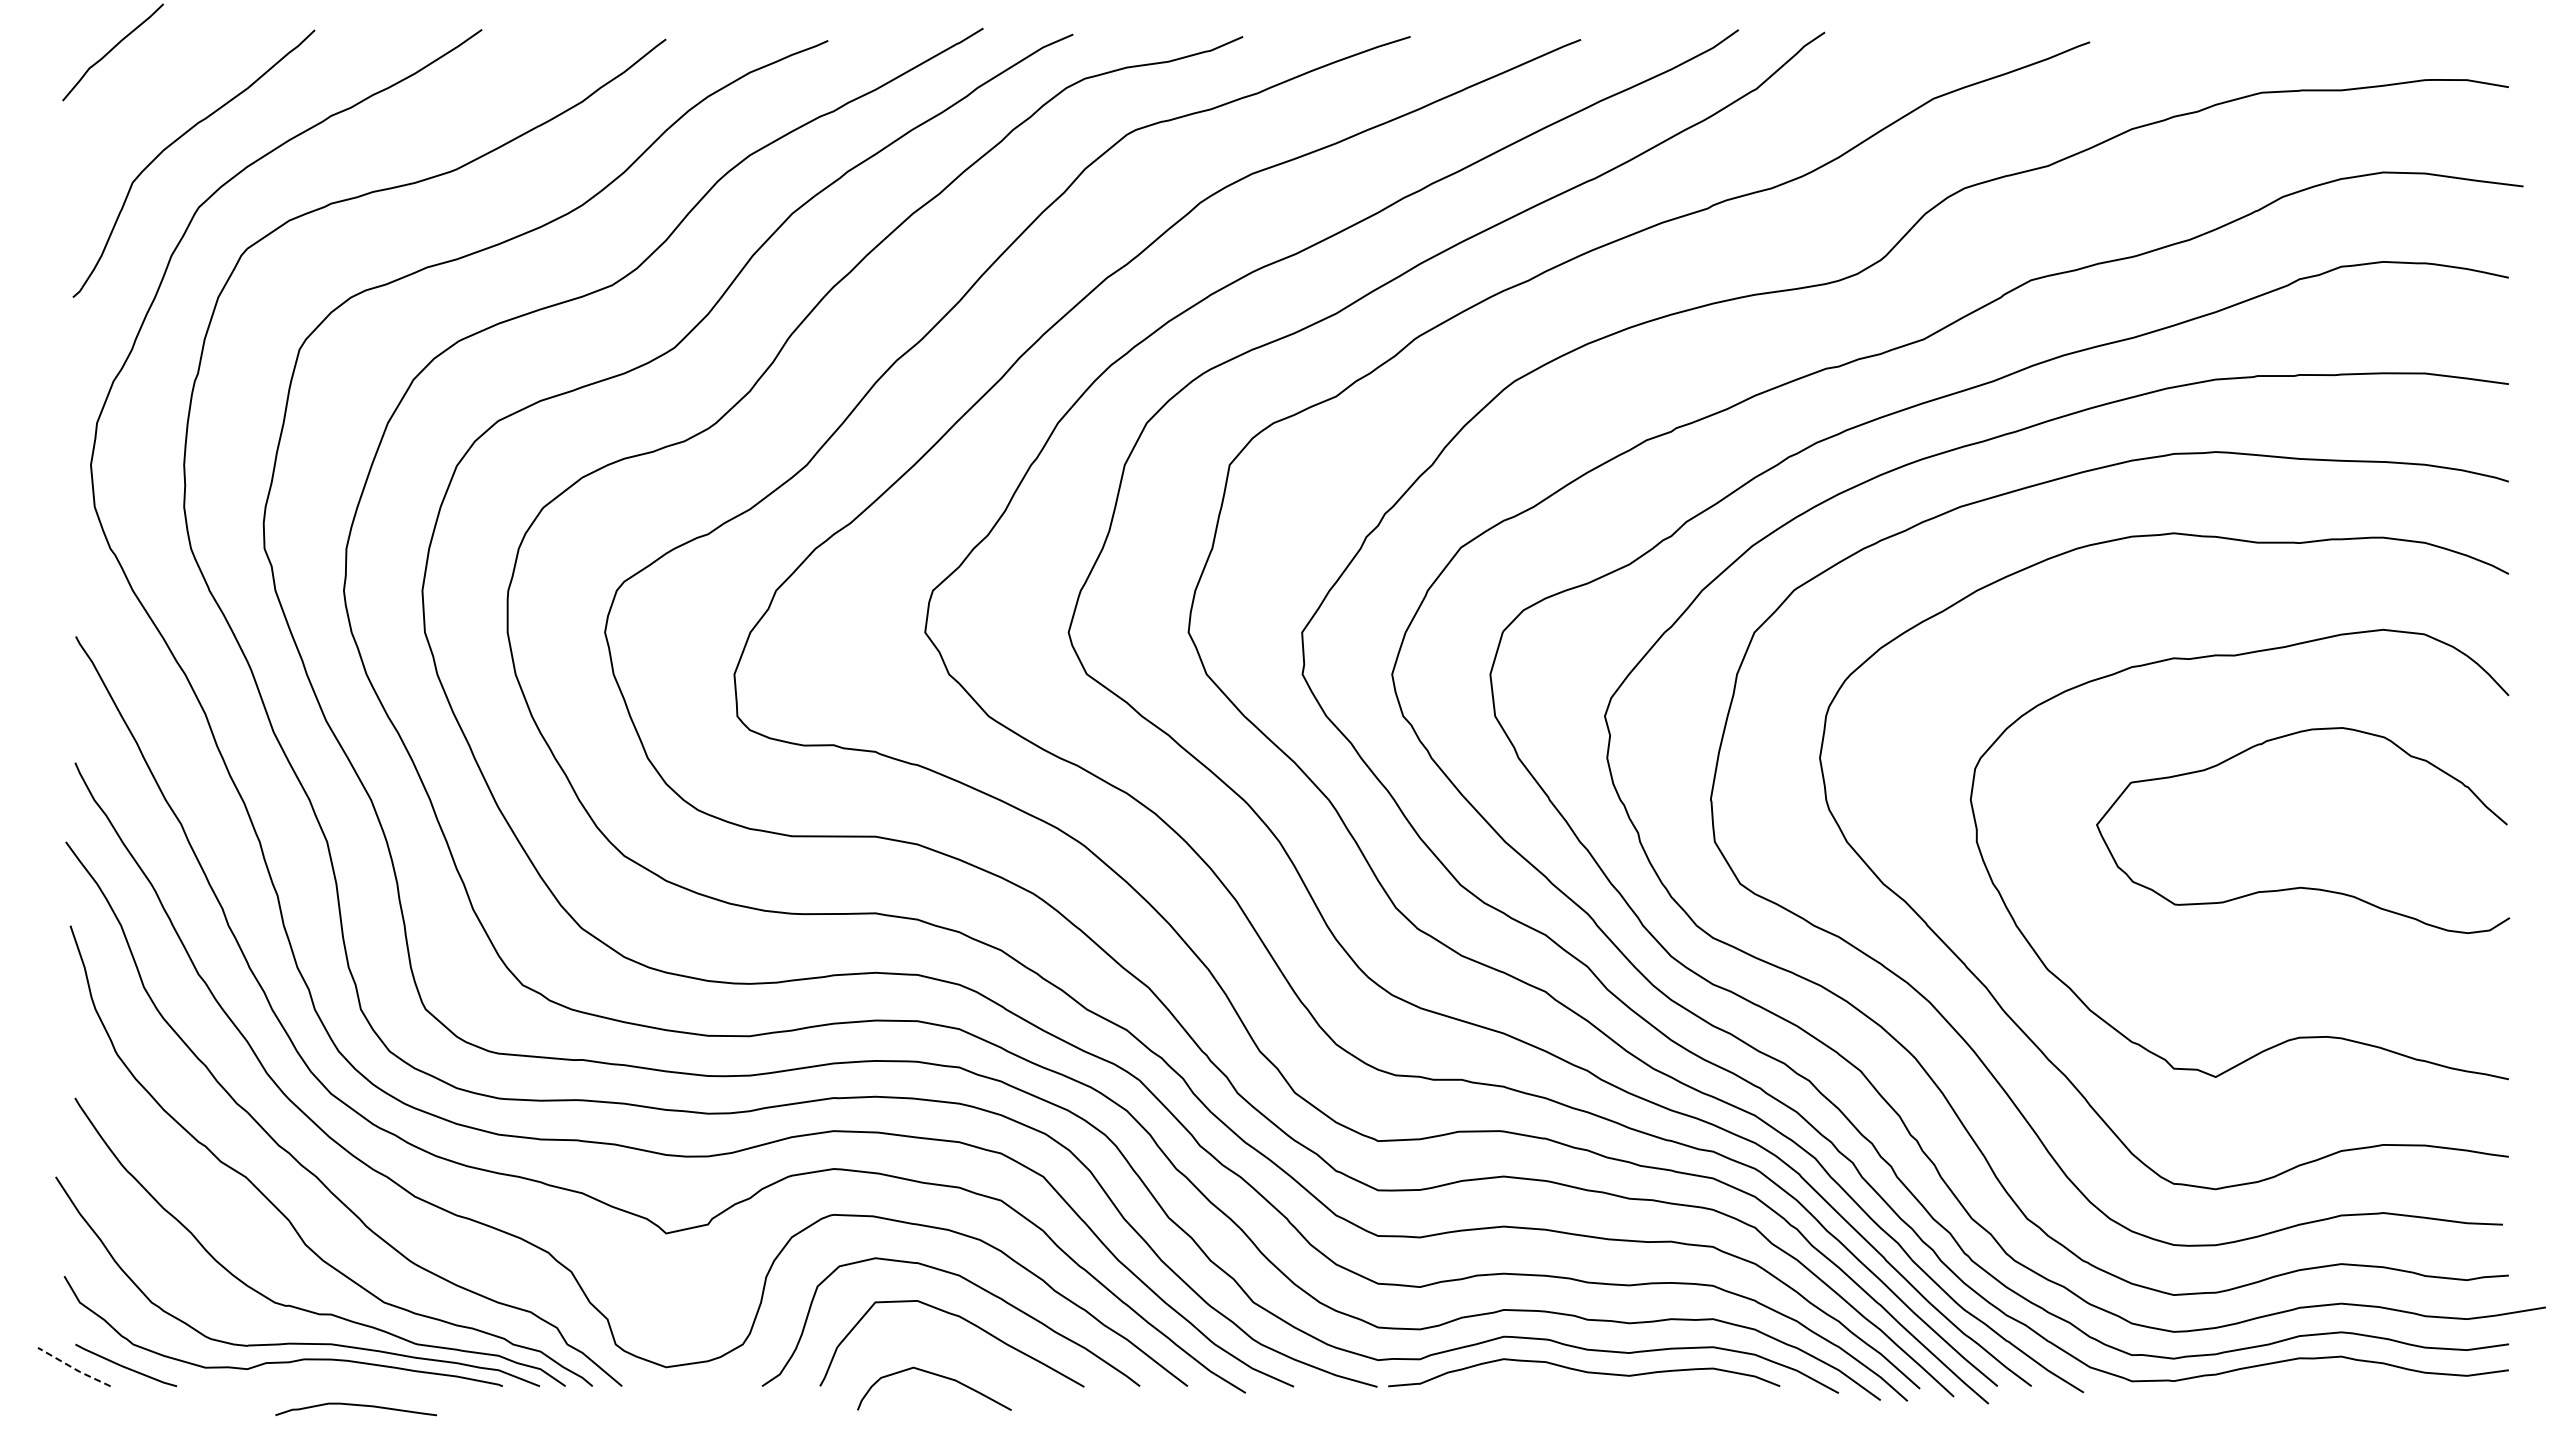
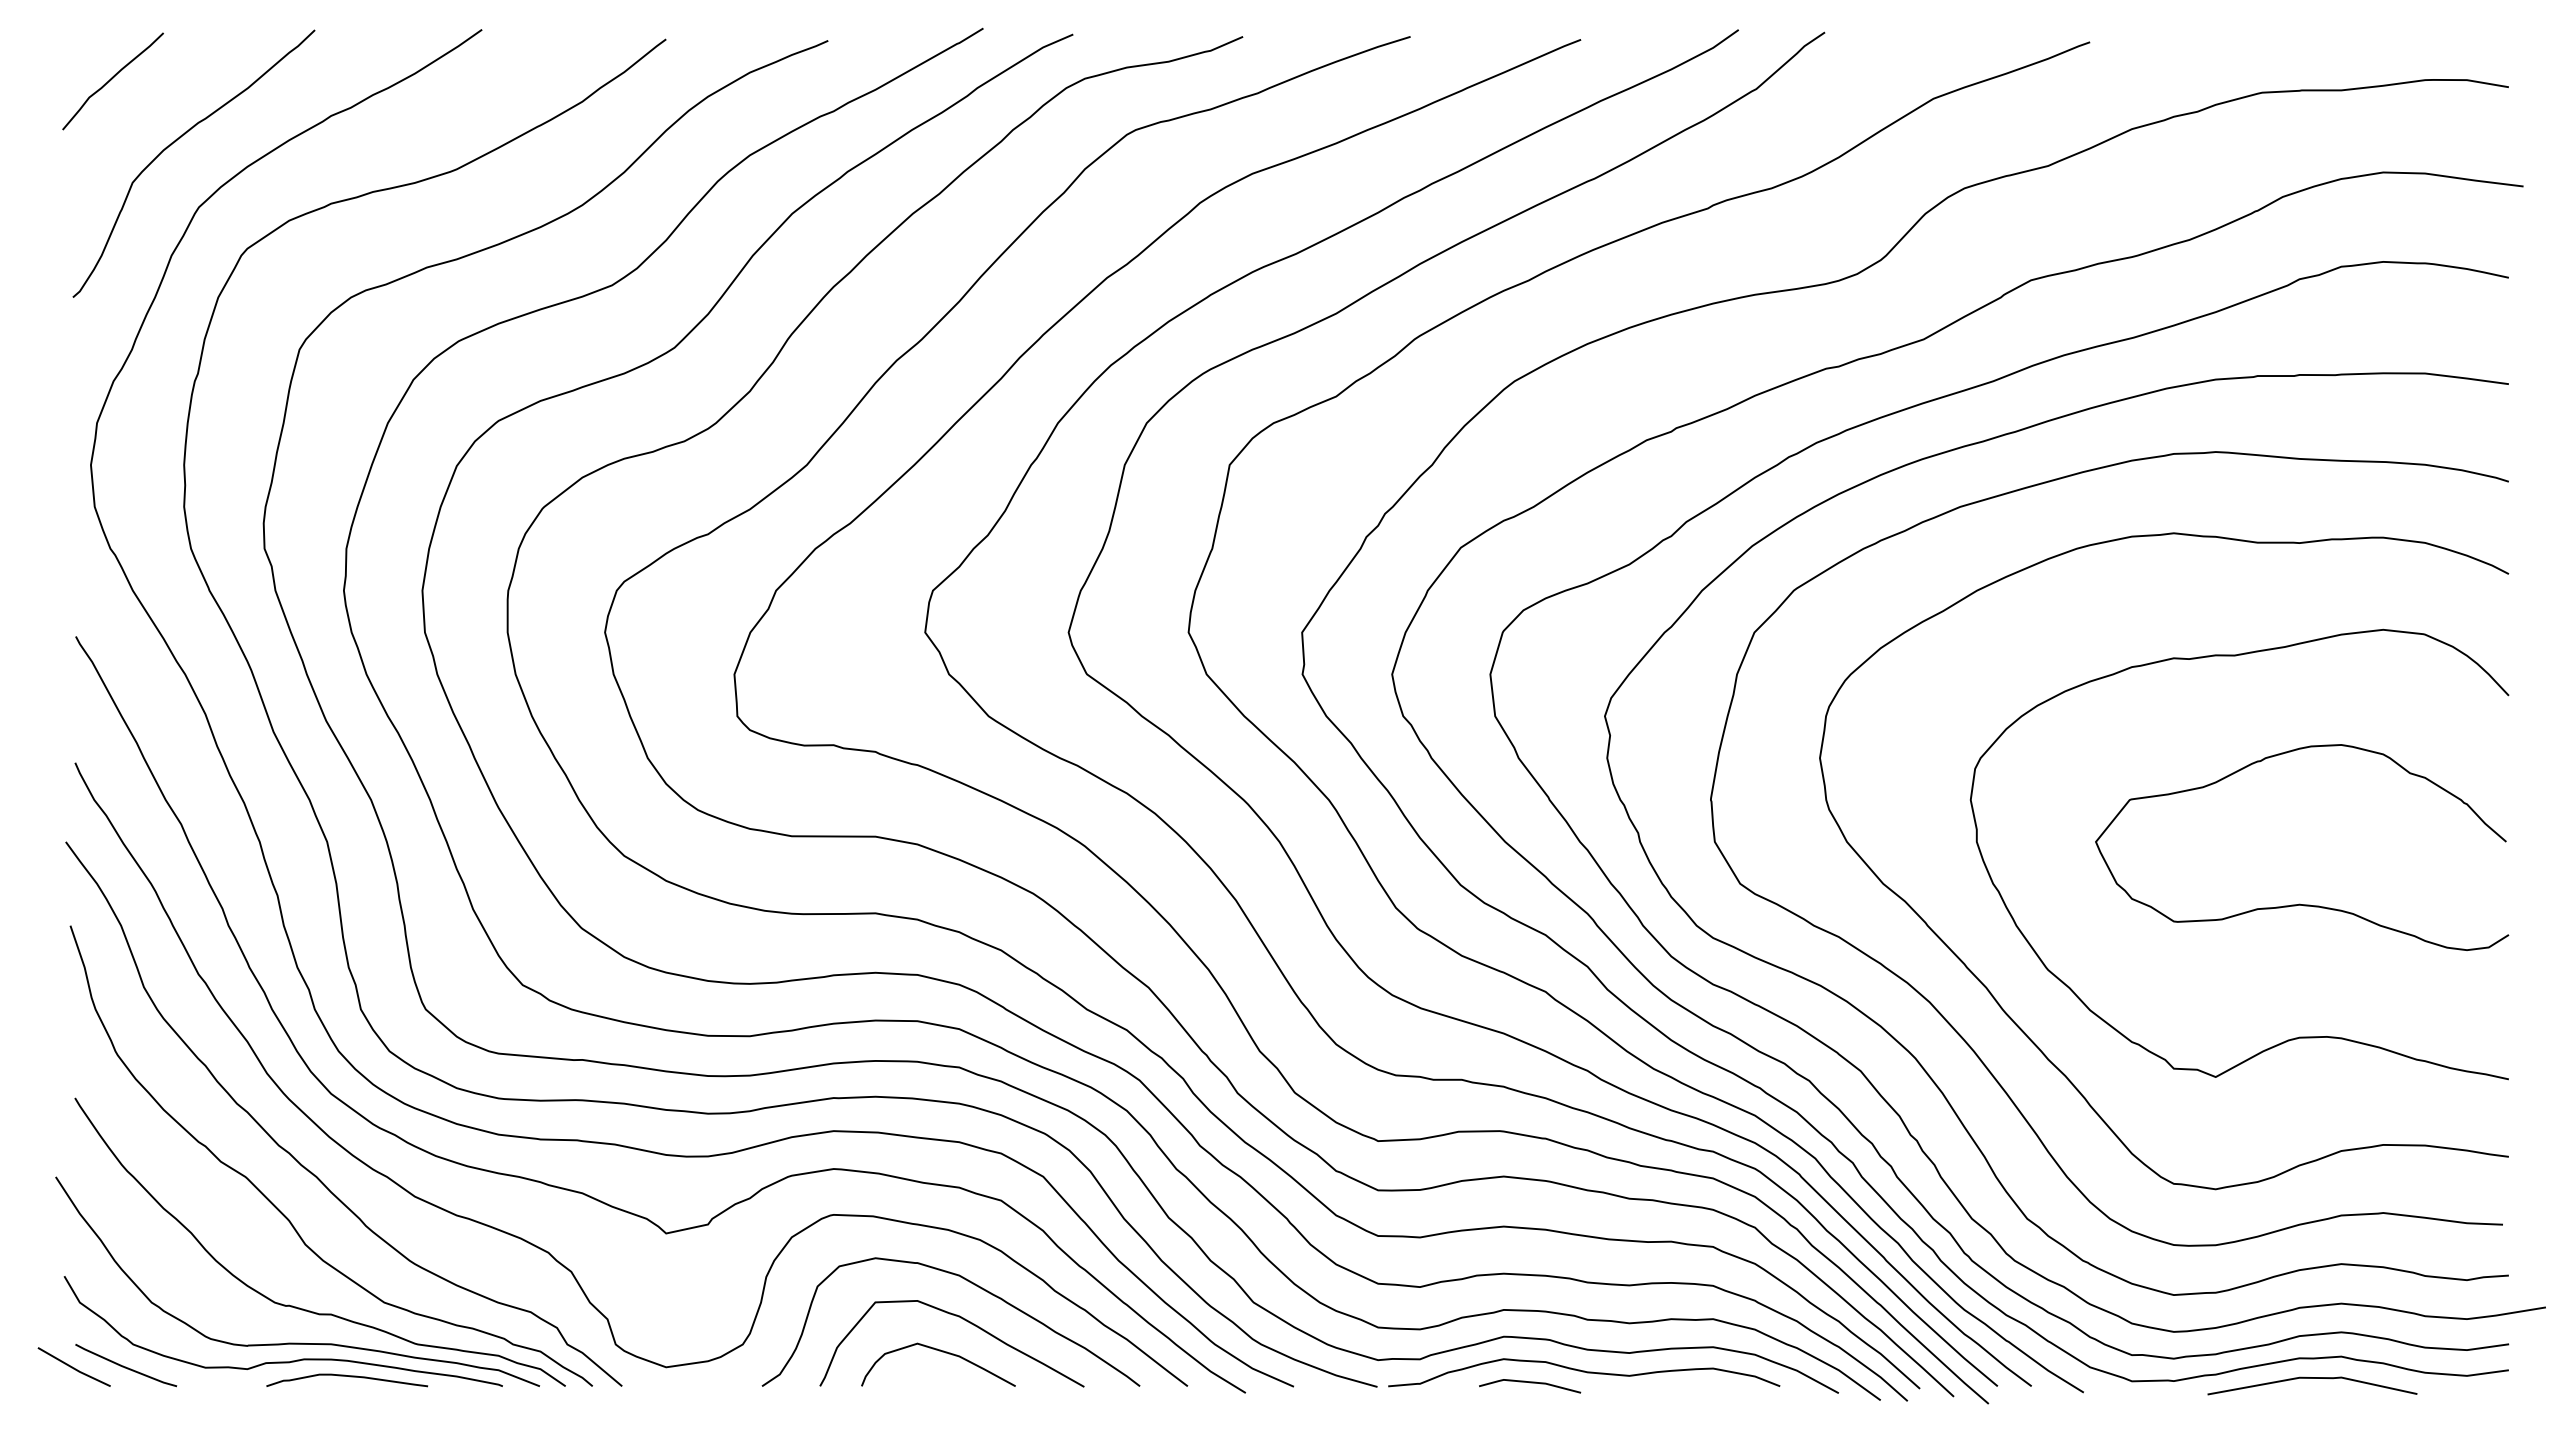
curve at (111, 51) position: (111, 51) -> (111, 80)
curve at (2301, 886) position: (2301, 886) -> (2300, 903)
line at (73, 1368): dashed -> solid
curve at (938, 1376) position: (938, 1376) -> (942, 1352)
line at (2312, 1378): none -> present
line at (1530, 1383): none -> present
curve at (356, 1405) position: (356, 1405) -> (347, 1376)
